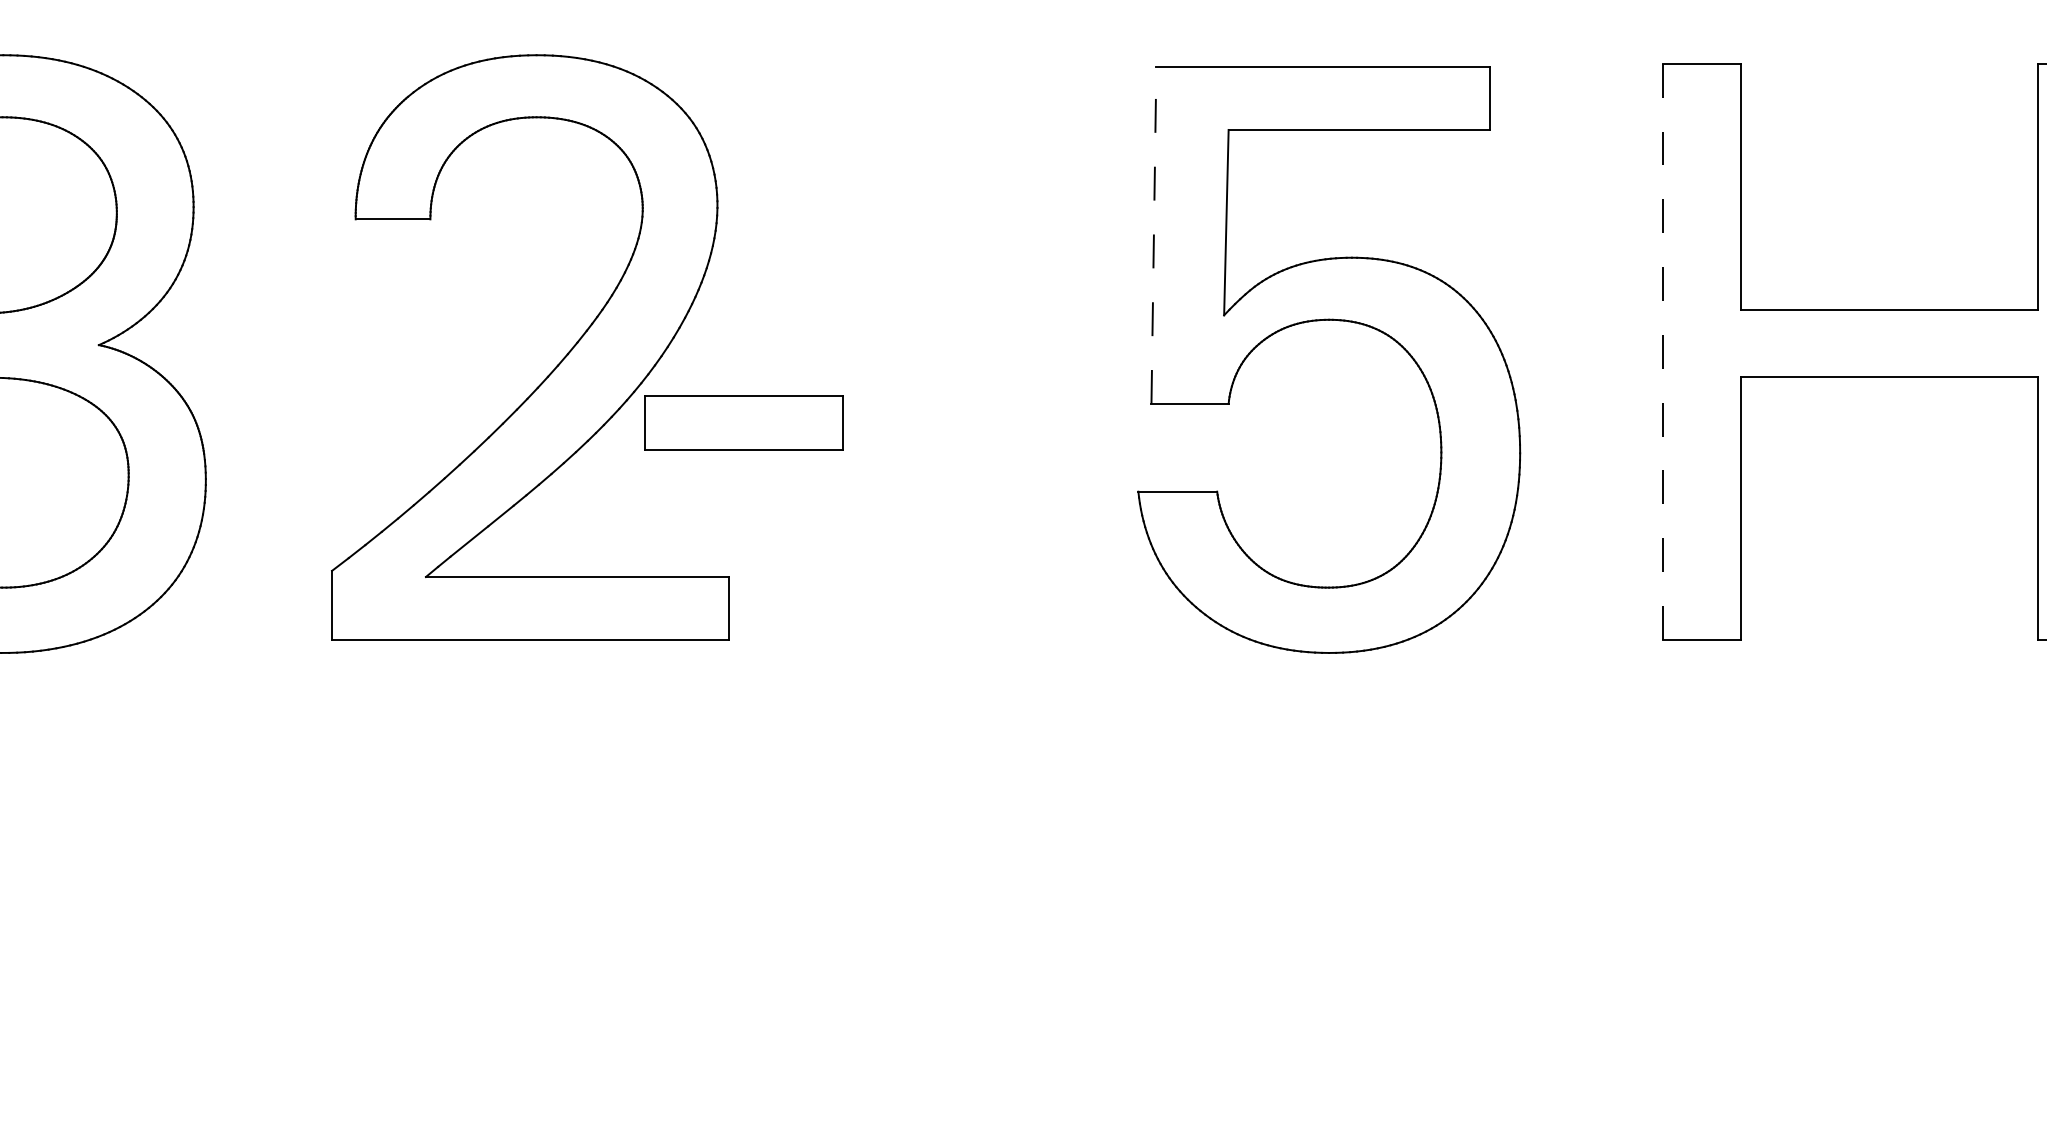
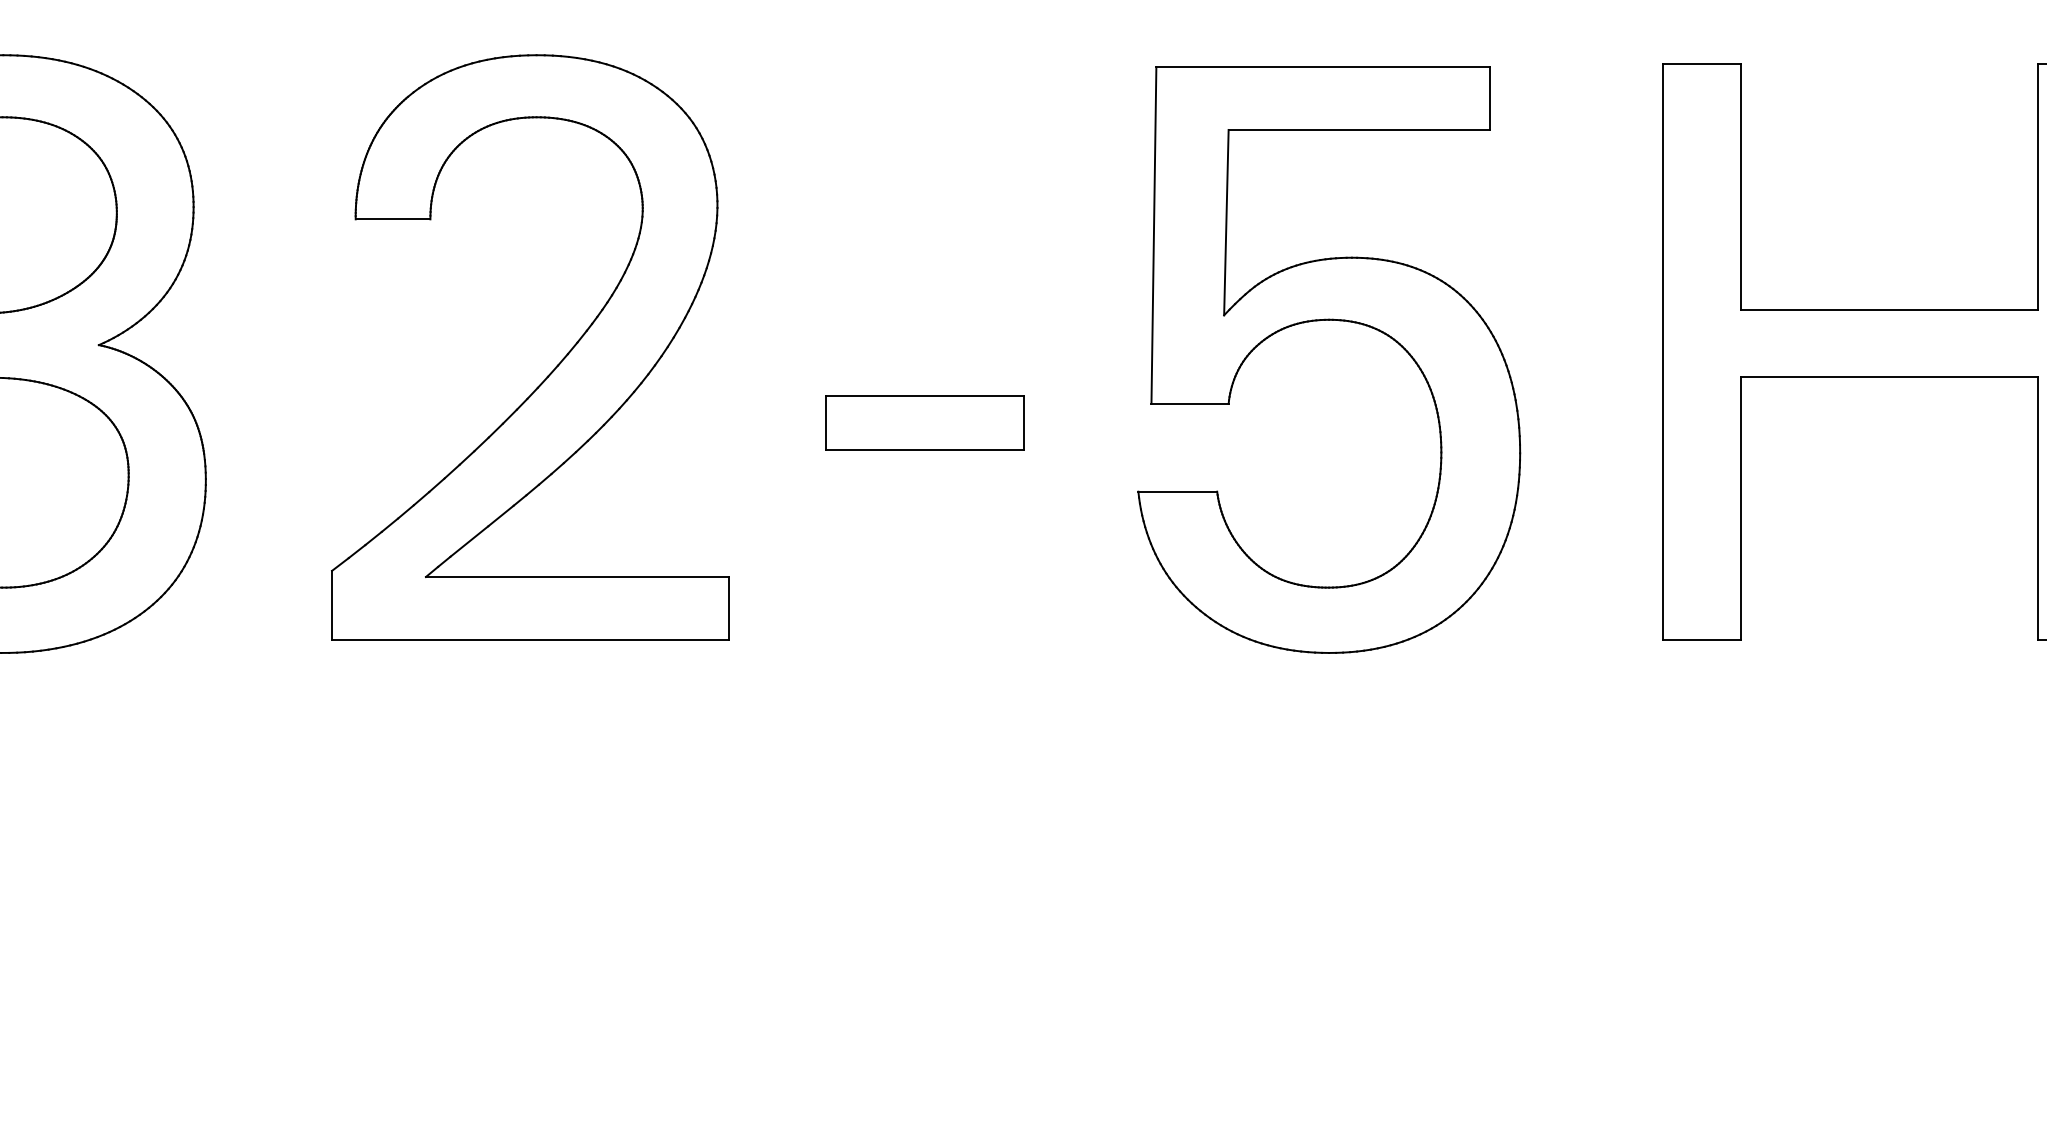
line at (1153, 234): dashed -> solid
line at (1662, 351): dashed -> solid
part at (743, 422) position: (743, 422) -> (924, 422)
